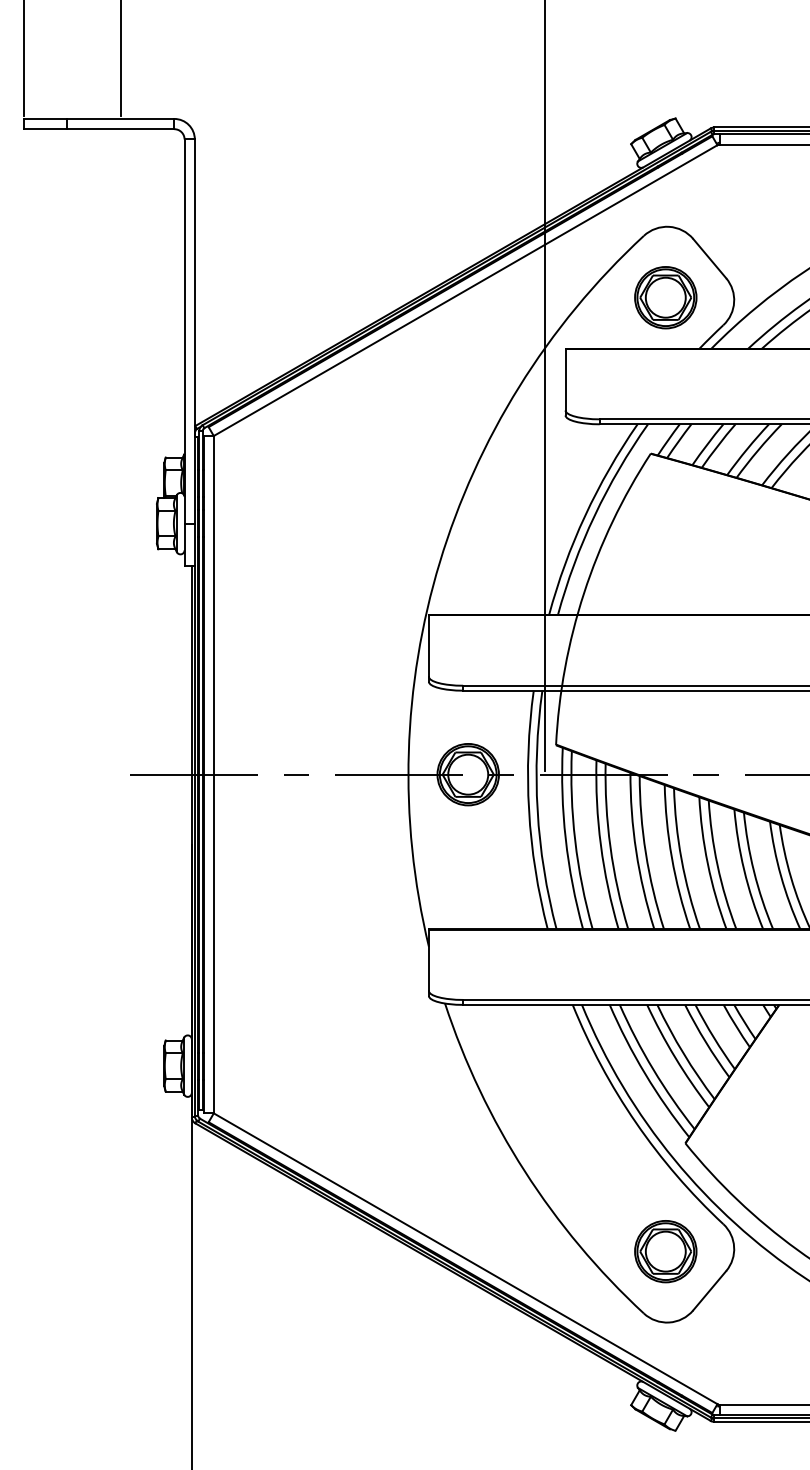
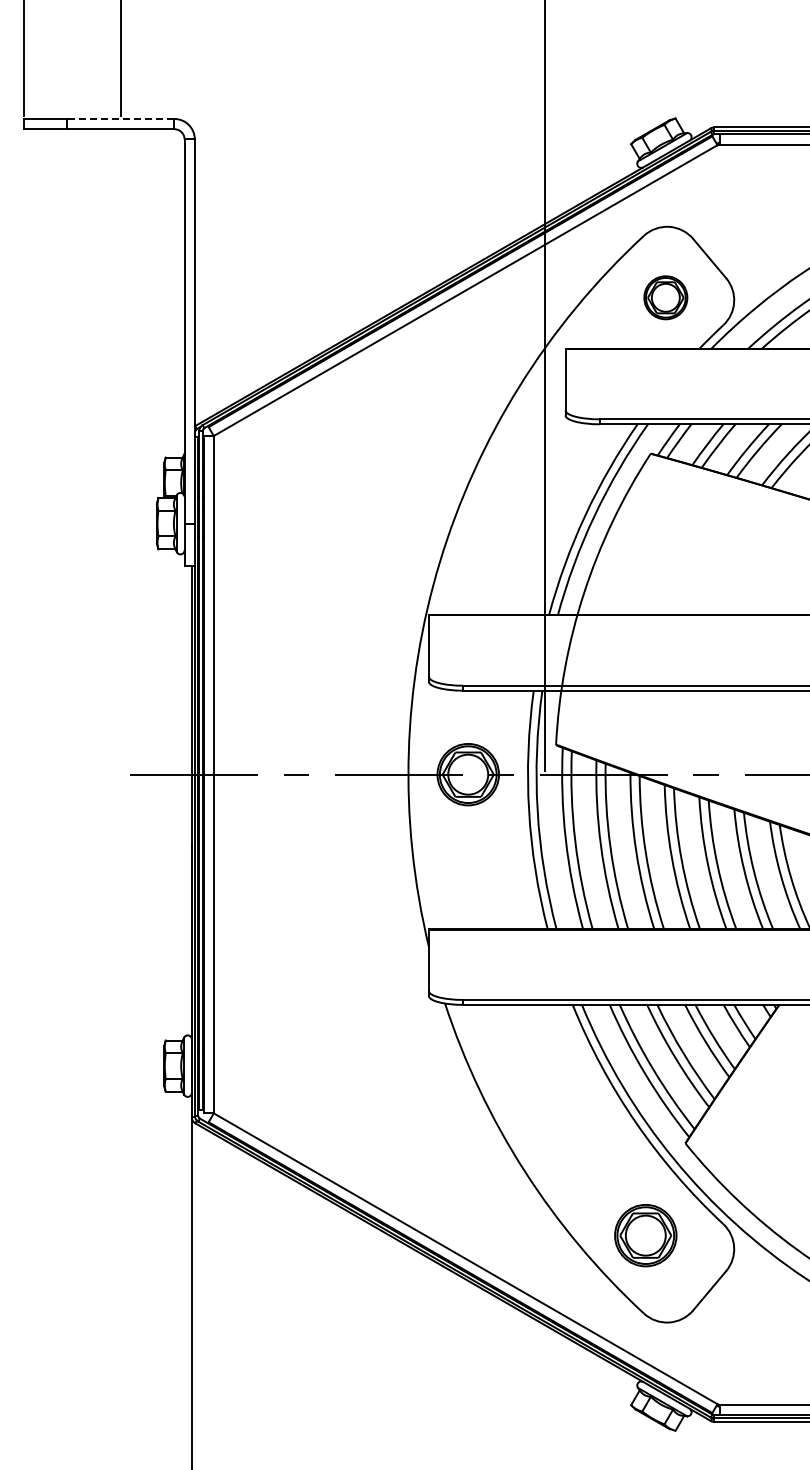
line at (120, 118): solid -> dashed
part at (665, 297) size: 64x64 px -> 46x46 px
part at (665, 1251) position: (665, 1251) -> (645, 1235)
